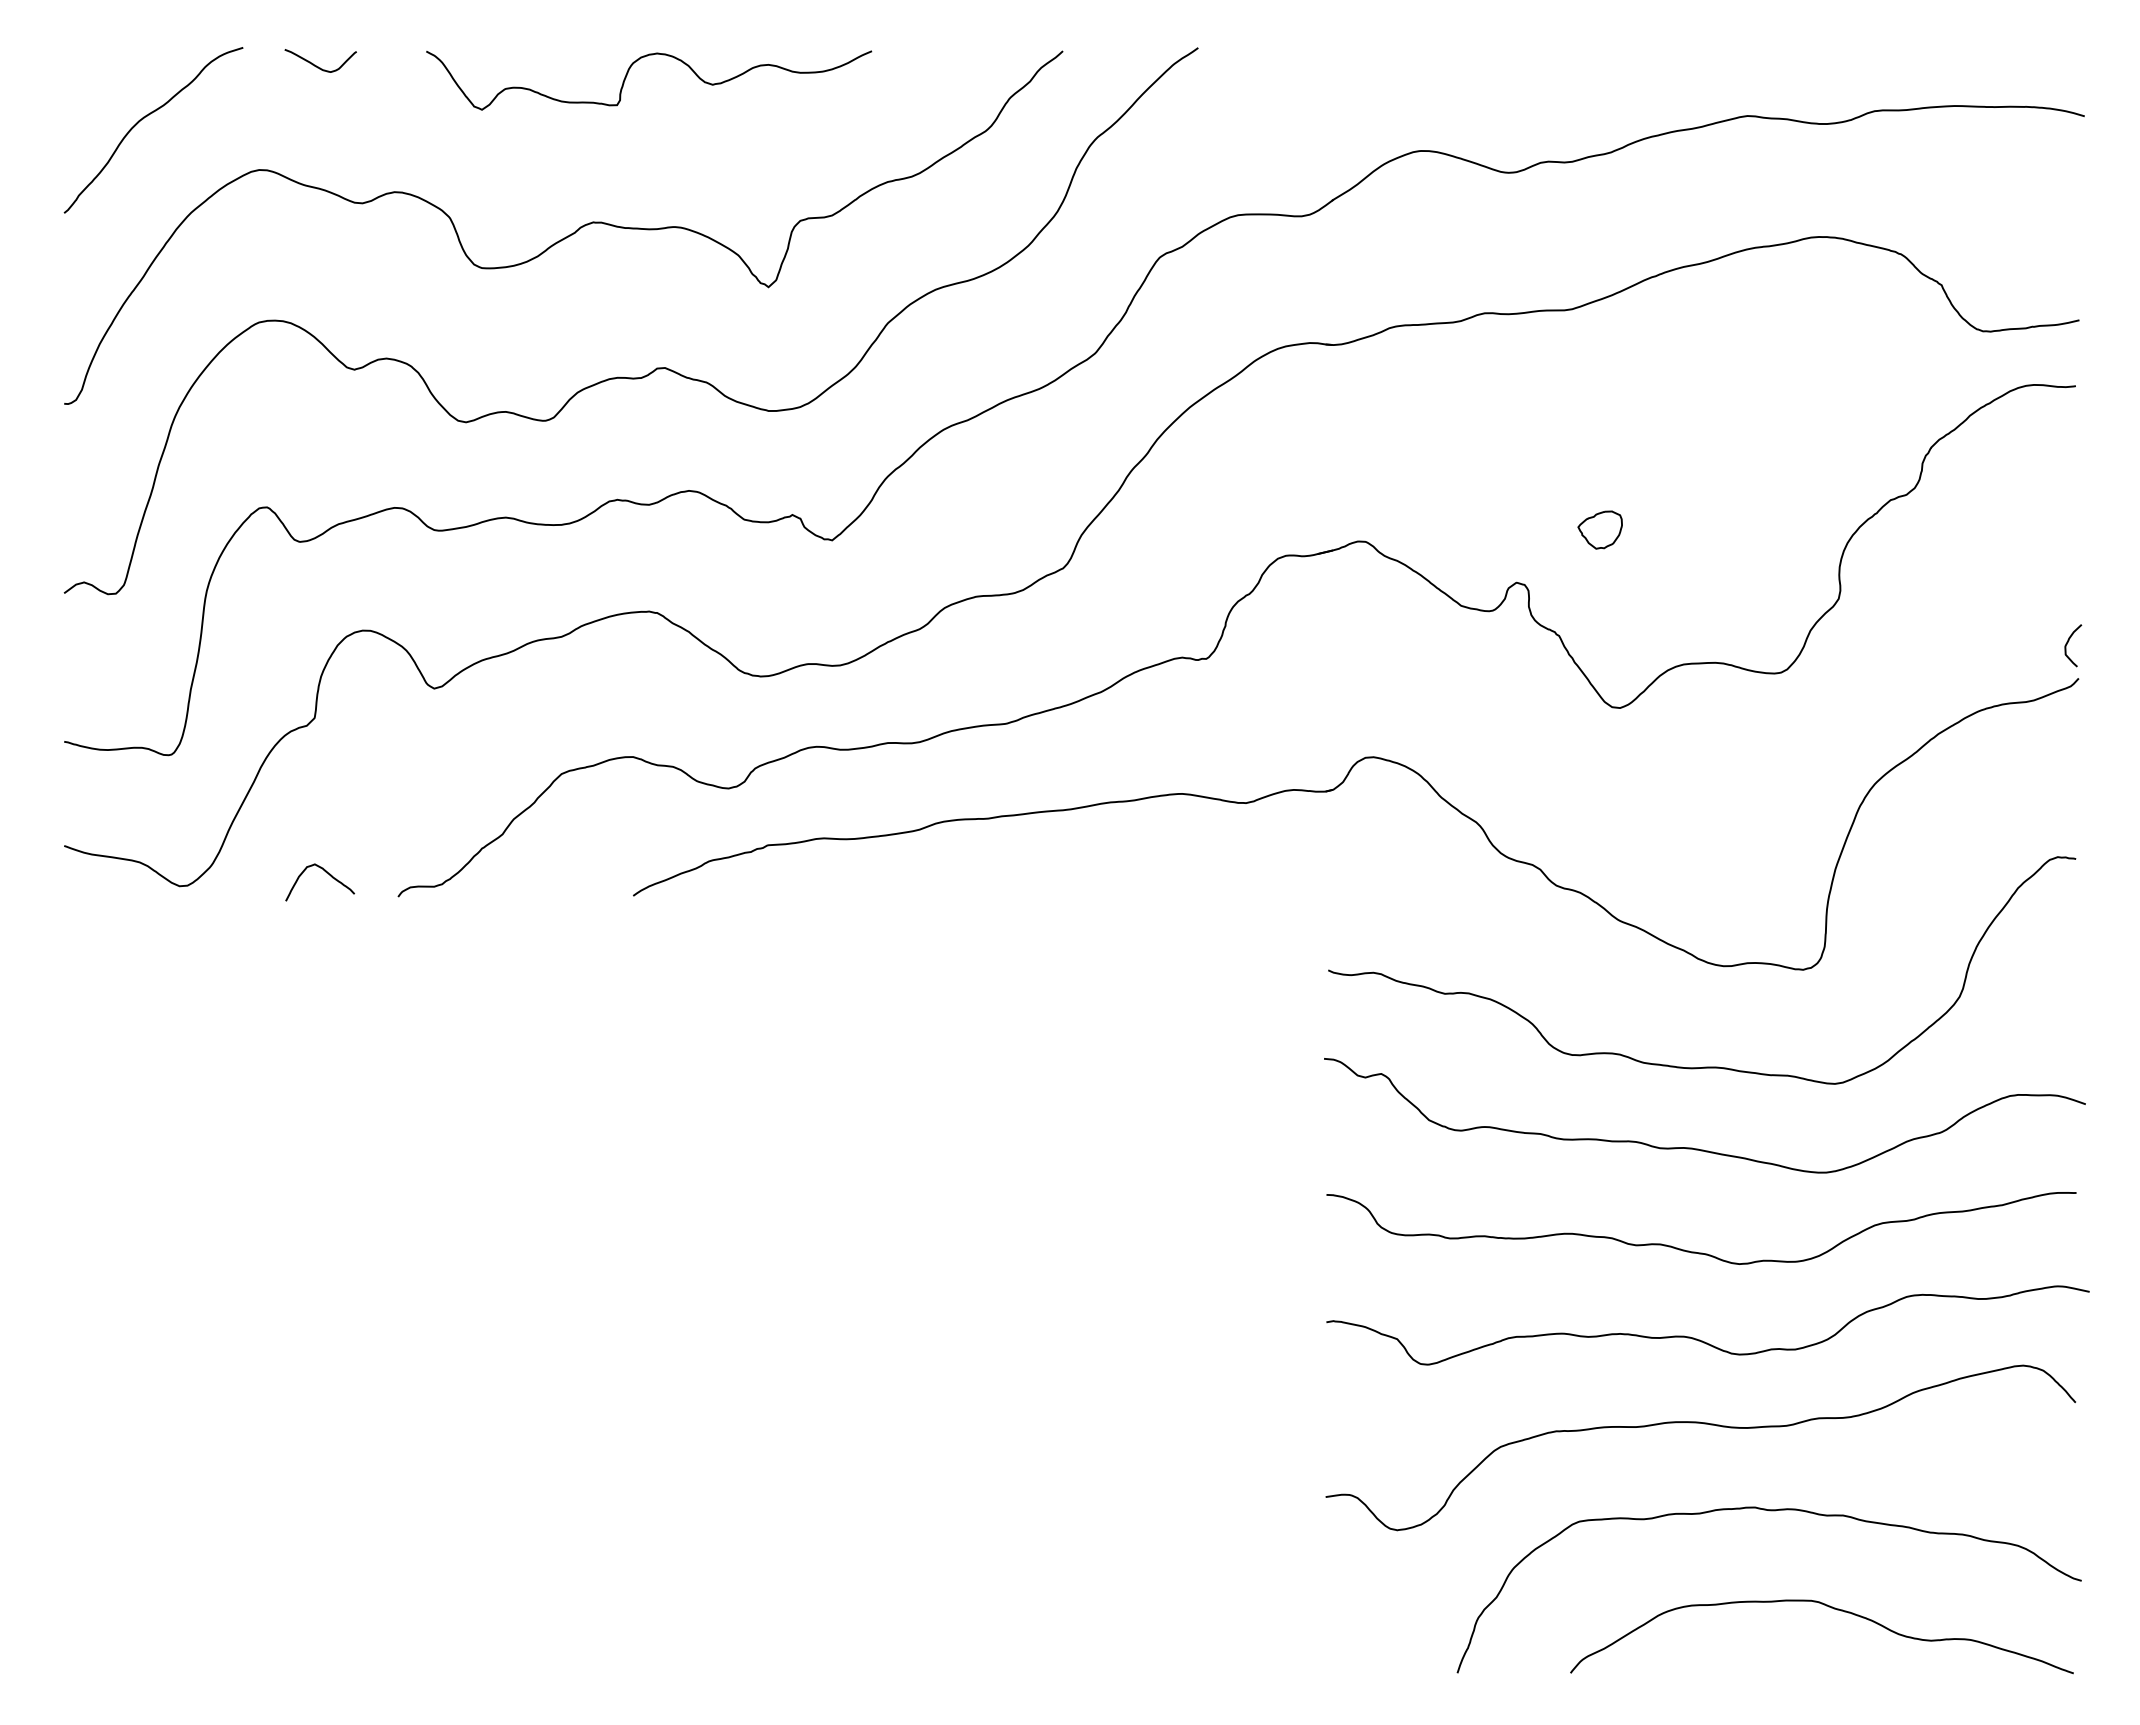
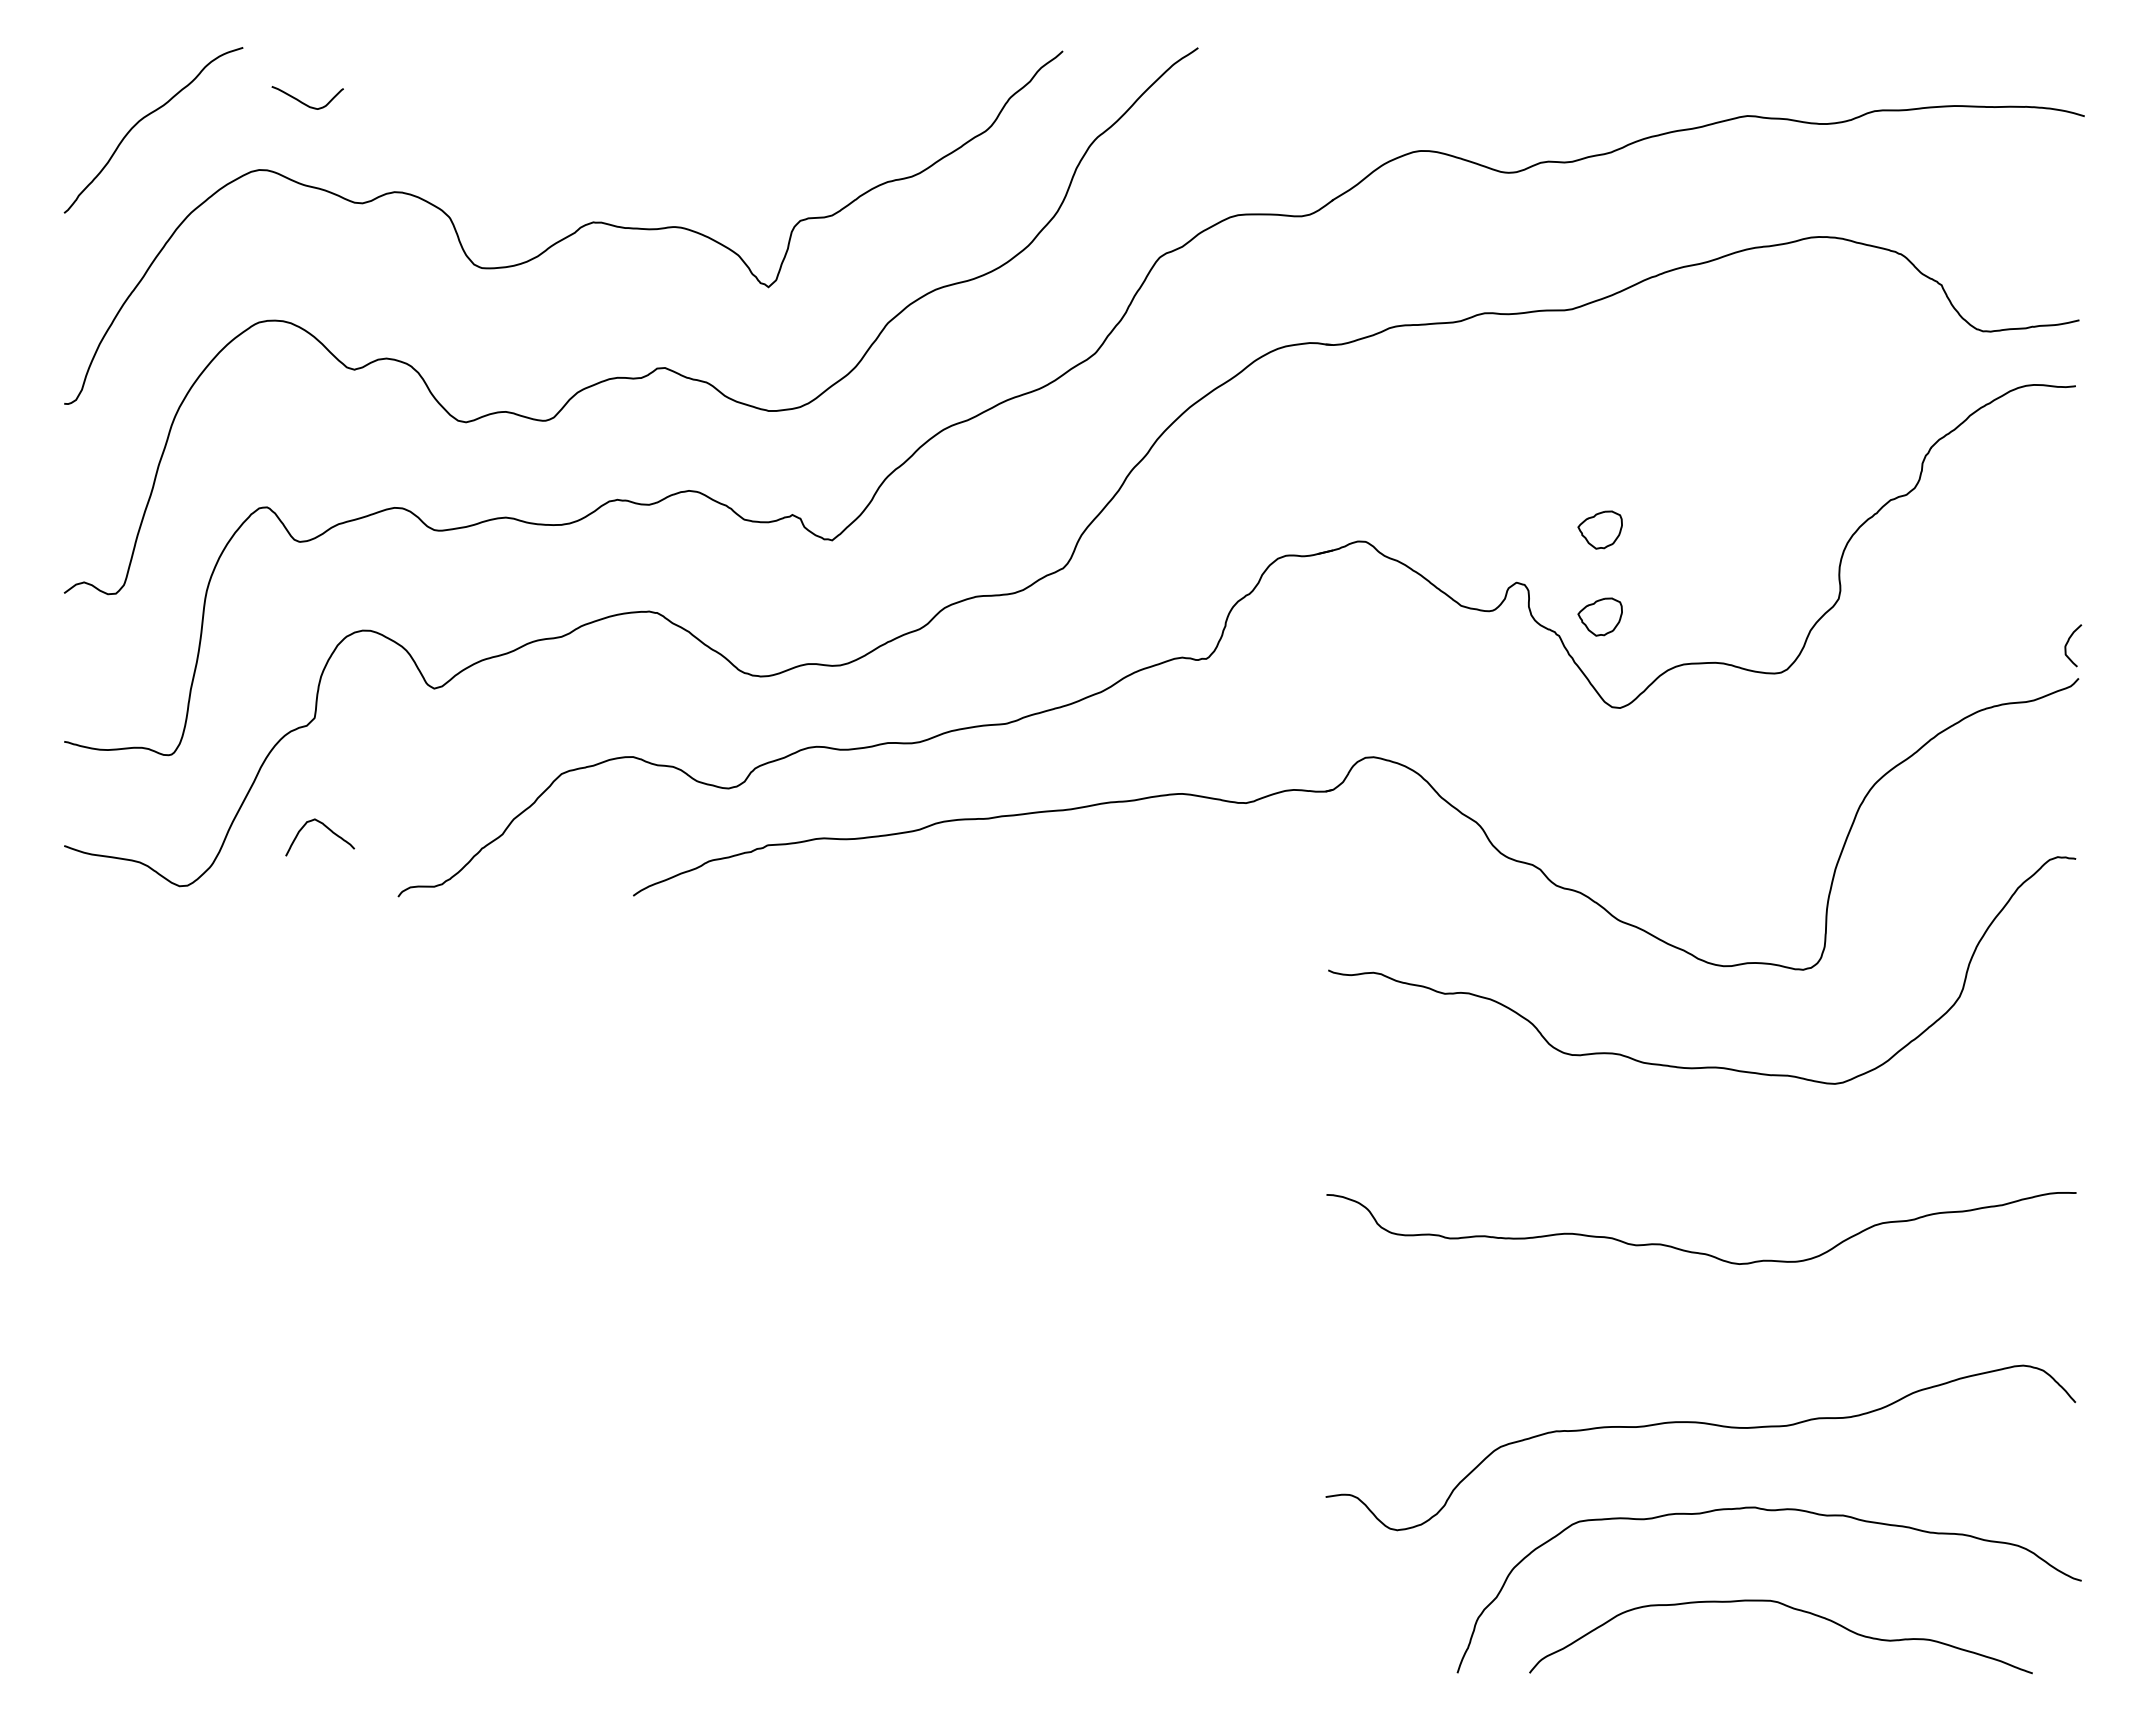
curve at (318, 66) position: (318, 66) -> (305, 103)
curve at (628, 73): present -> none
part at (1599, 616): none -> present
curve at (326, 873) position: (326, 873) -> (326, 828)
curve at (1698, 1148): present -> none
curve at (1702, 1340): present -> none
curve at (1831, 1608) position: (1831, 1608) -> (1790, 1608)
